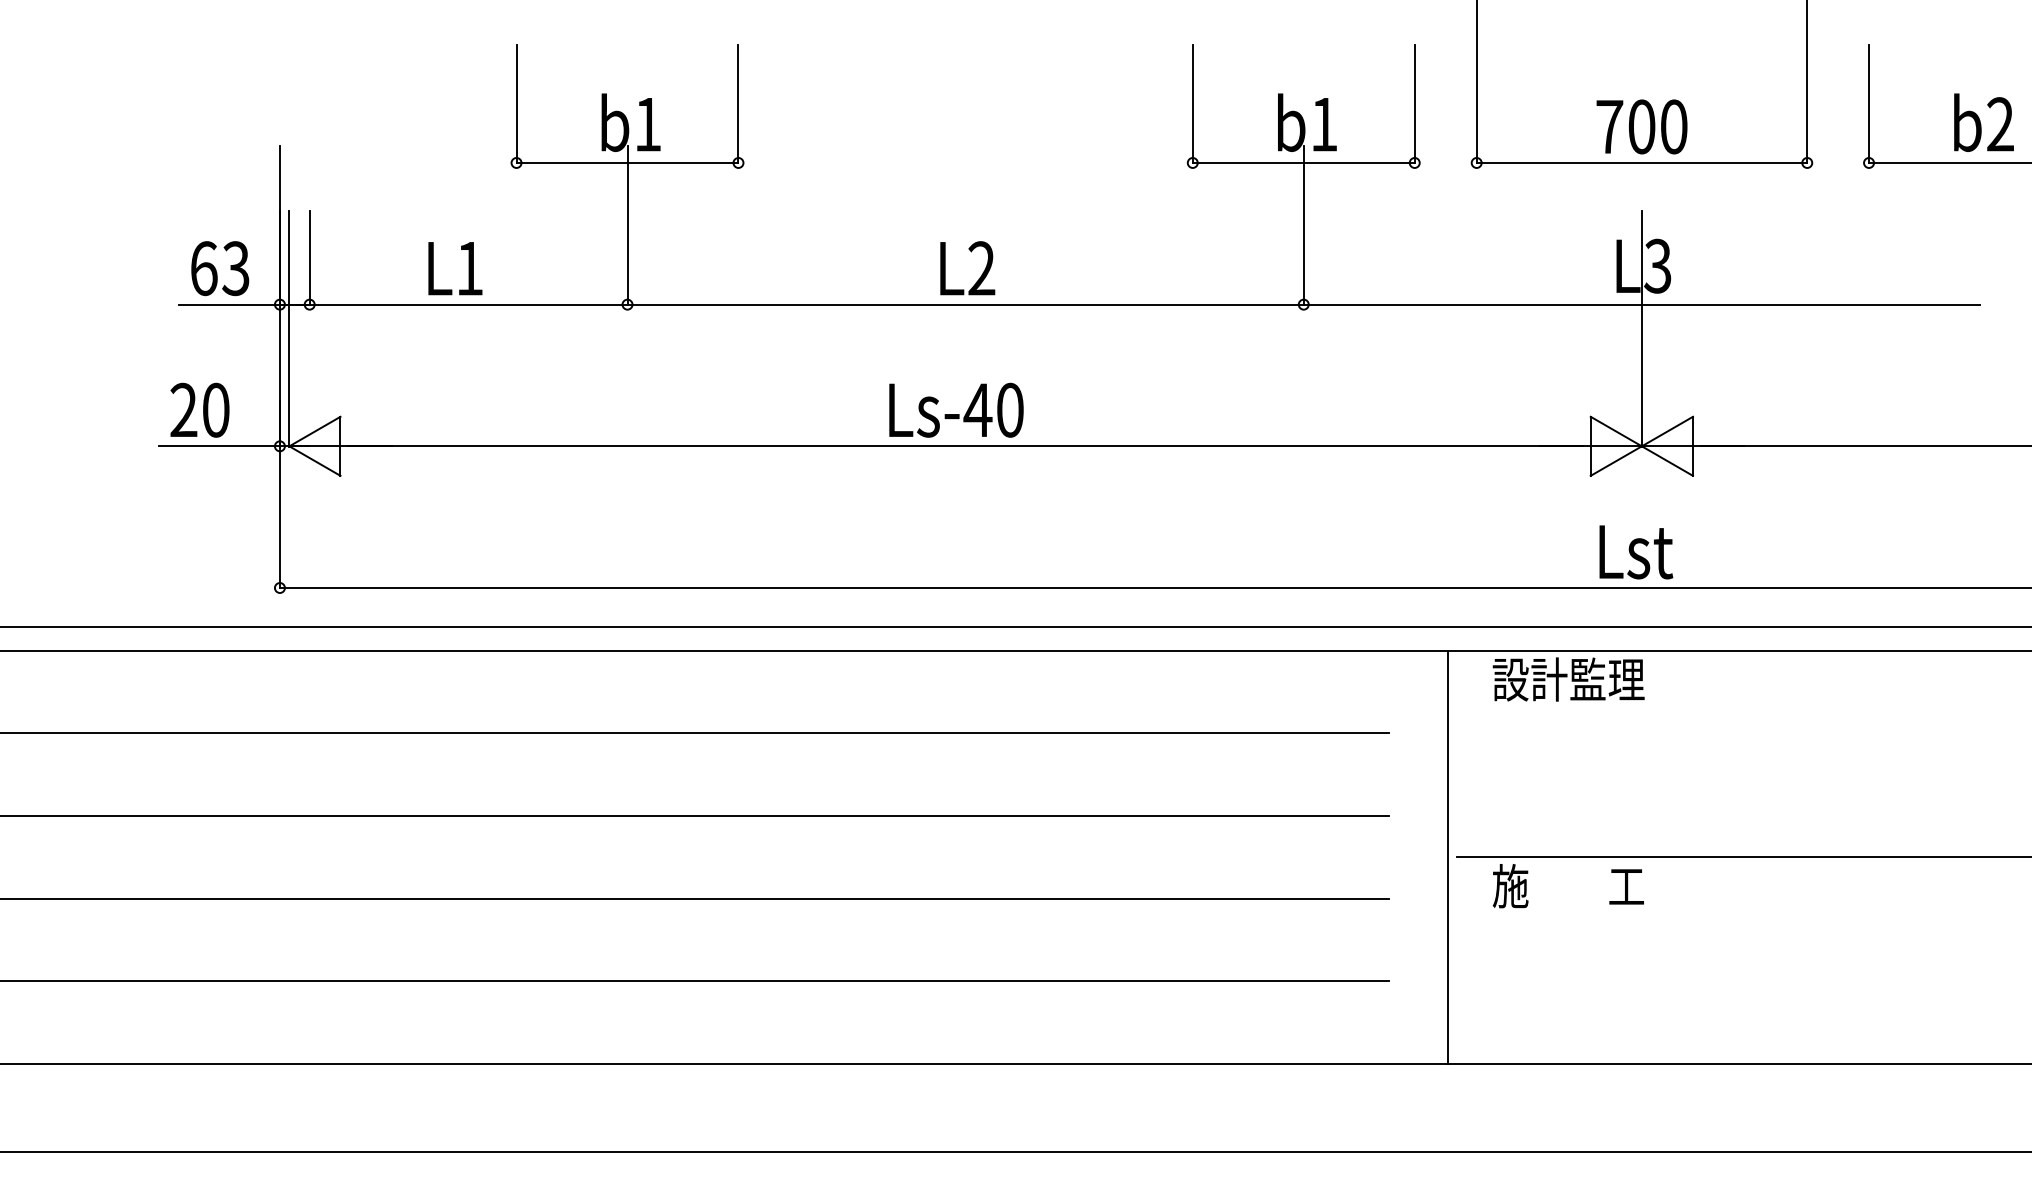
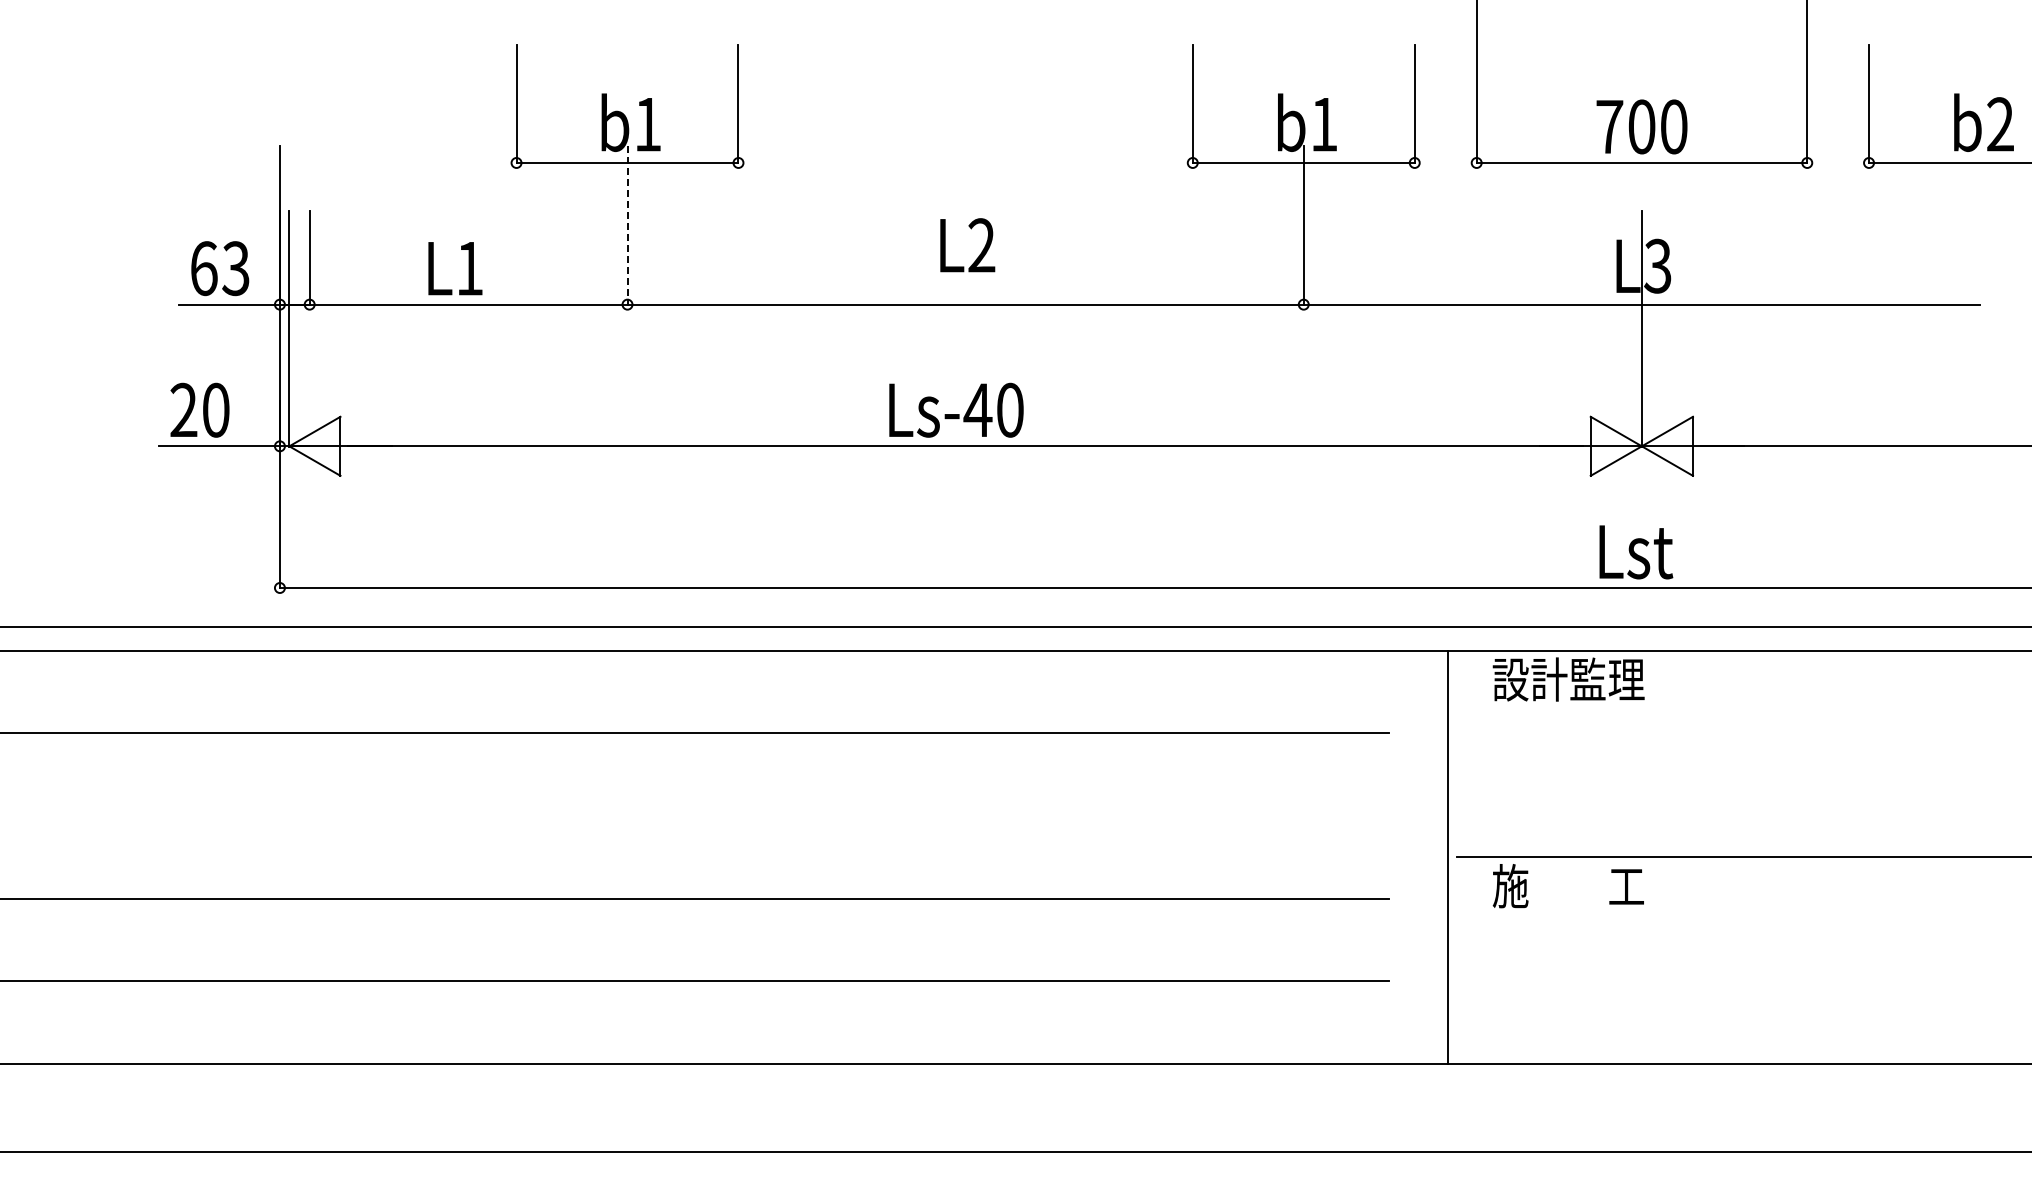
line at (627, 225): solid -> dashed
text at (967, 268) position: (967, 268) -> (967, 245)
line at (695, 815): present -> none
